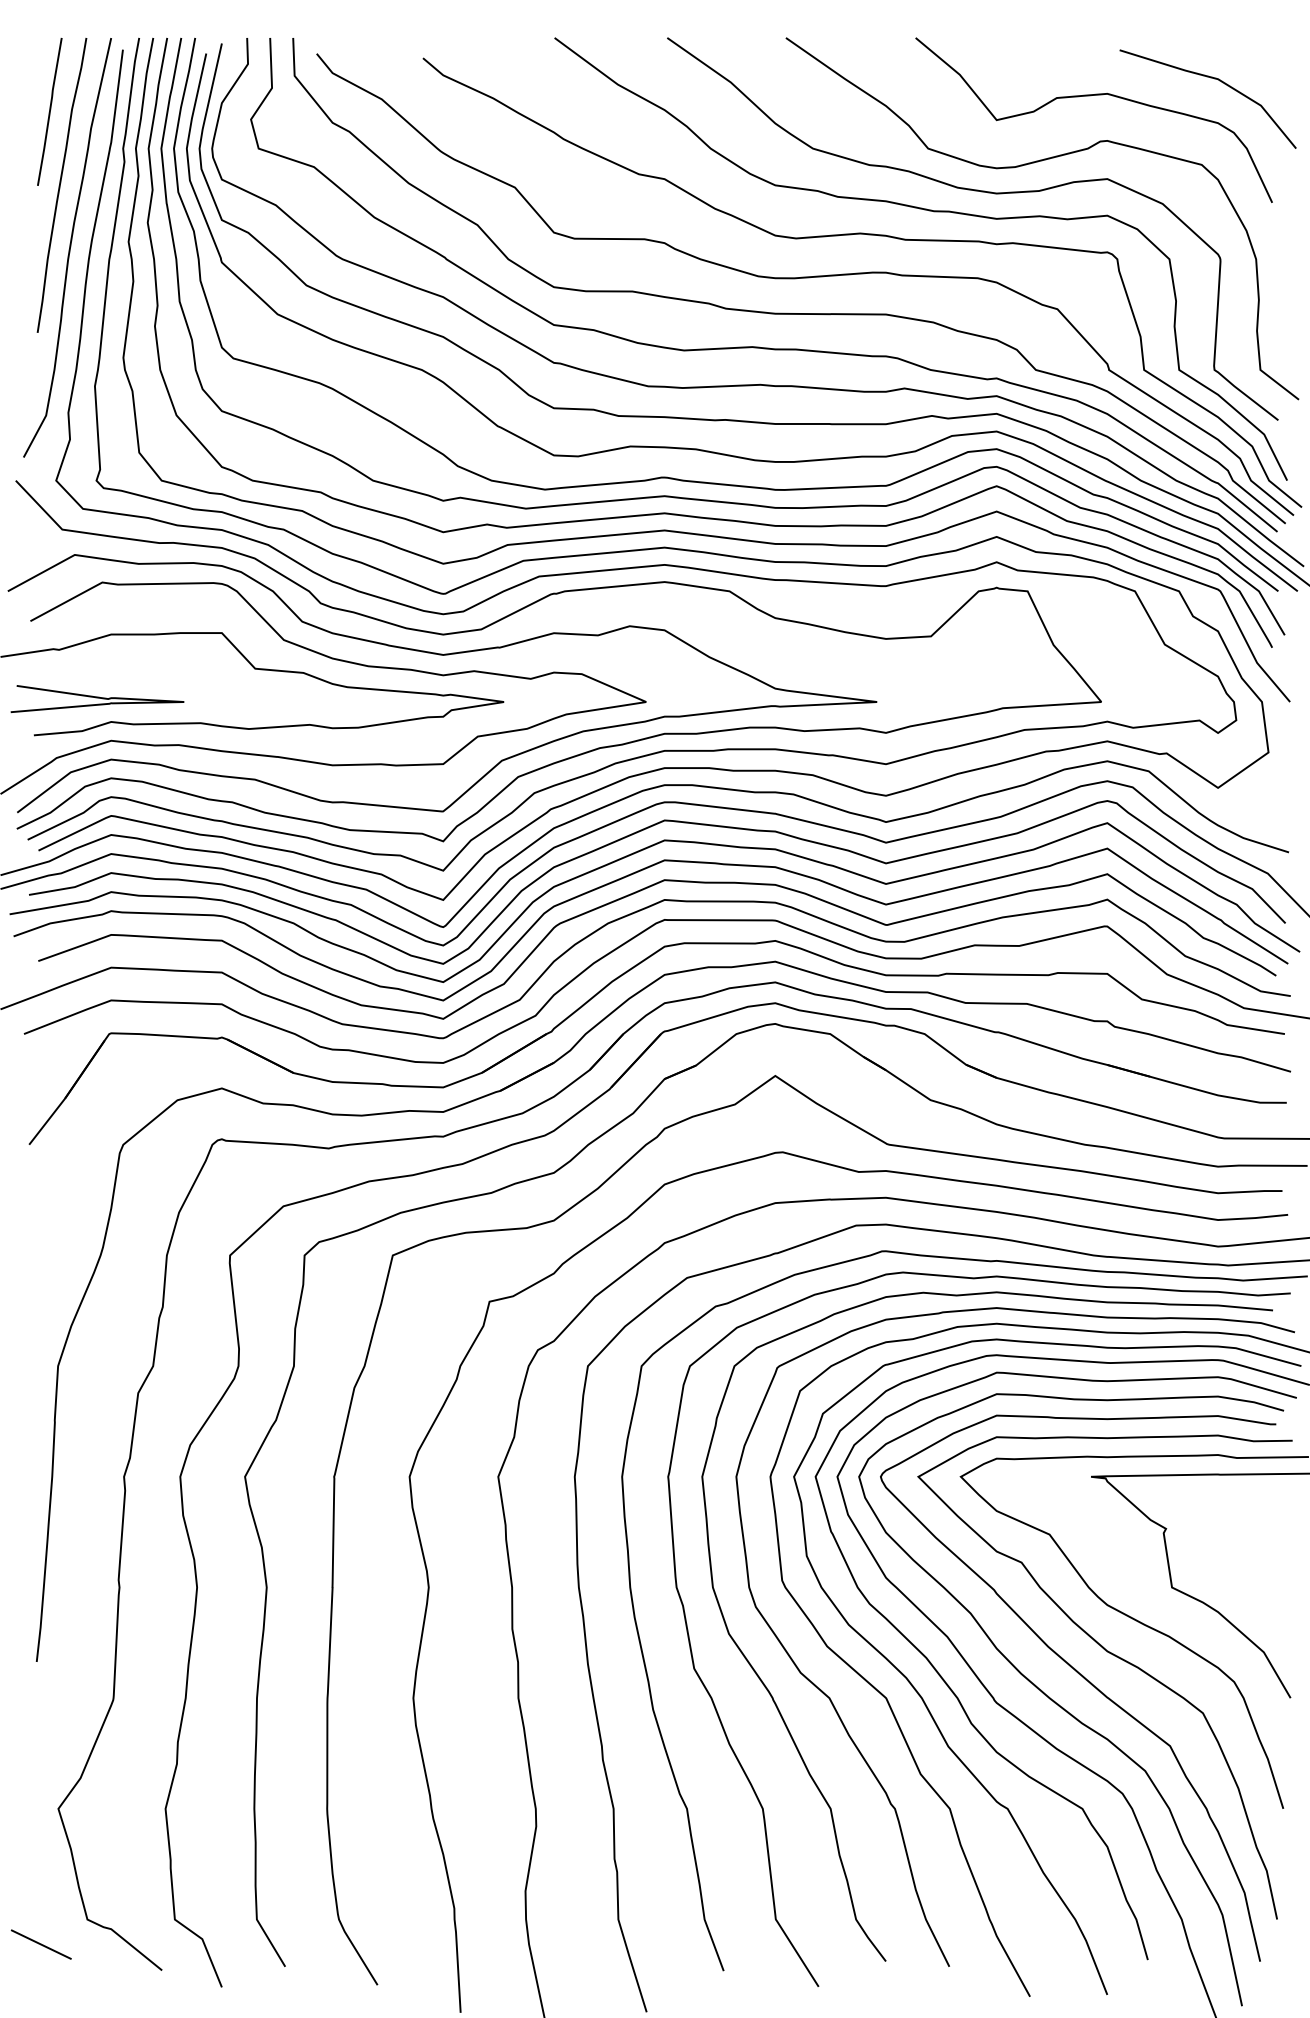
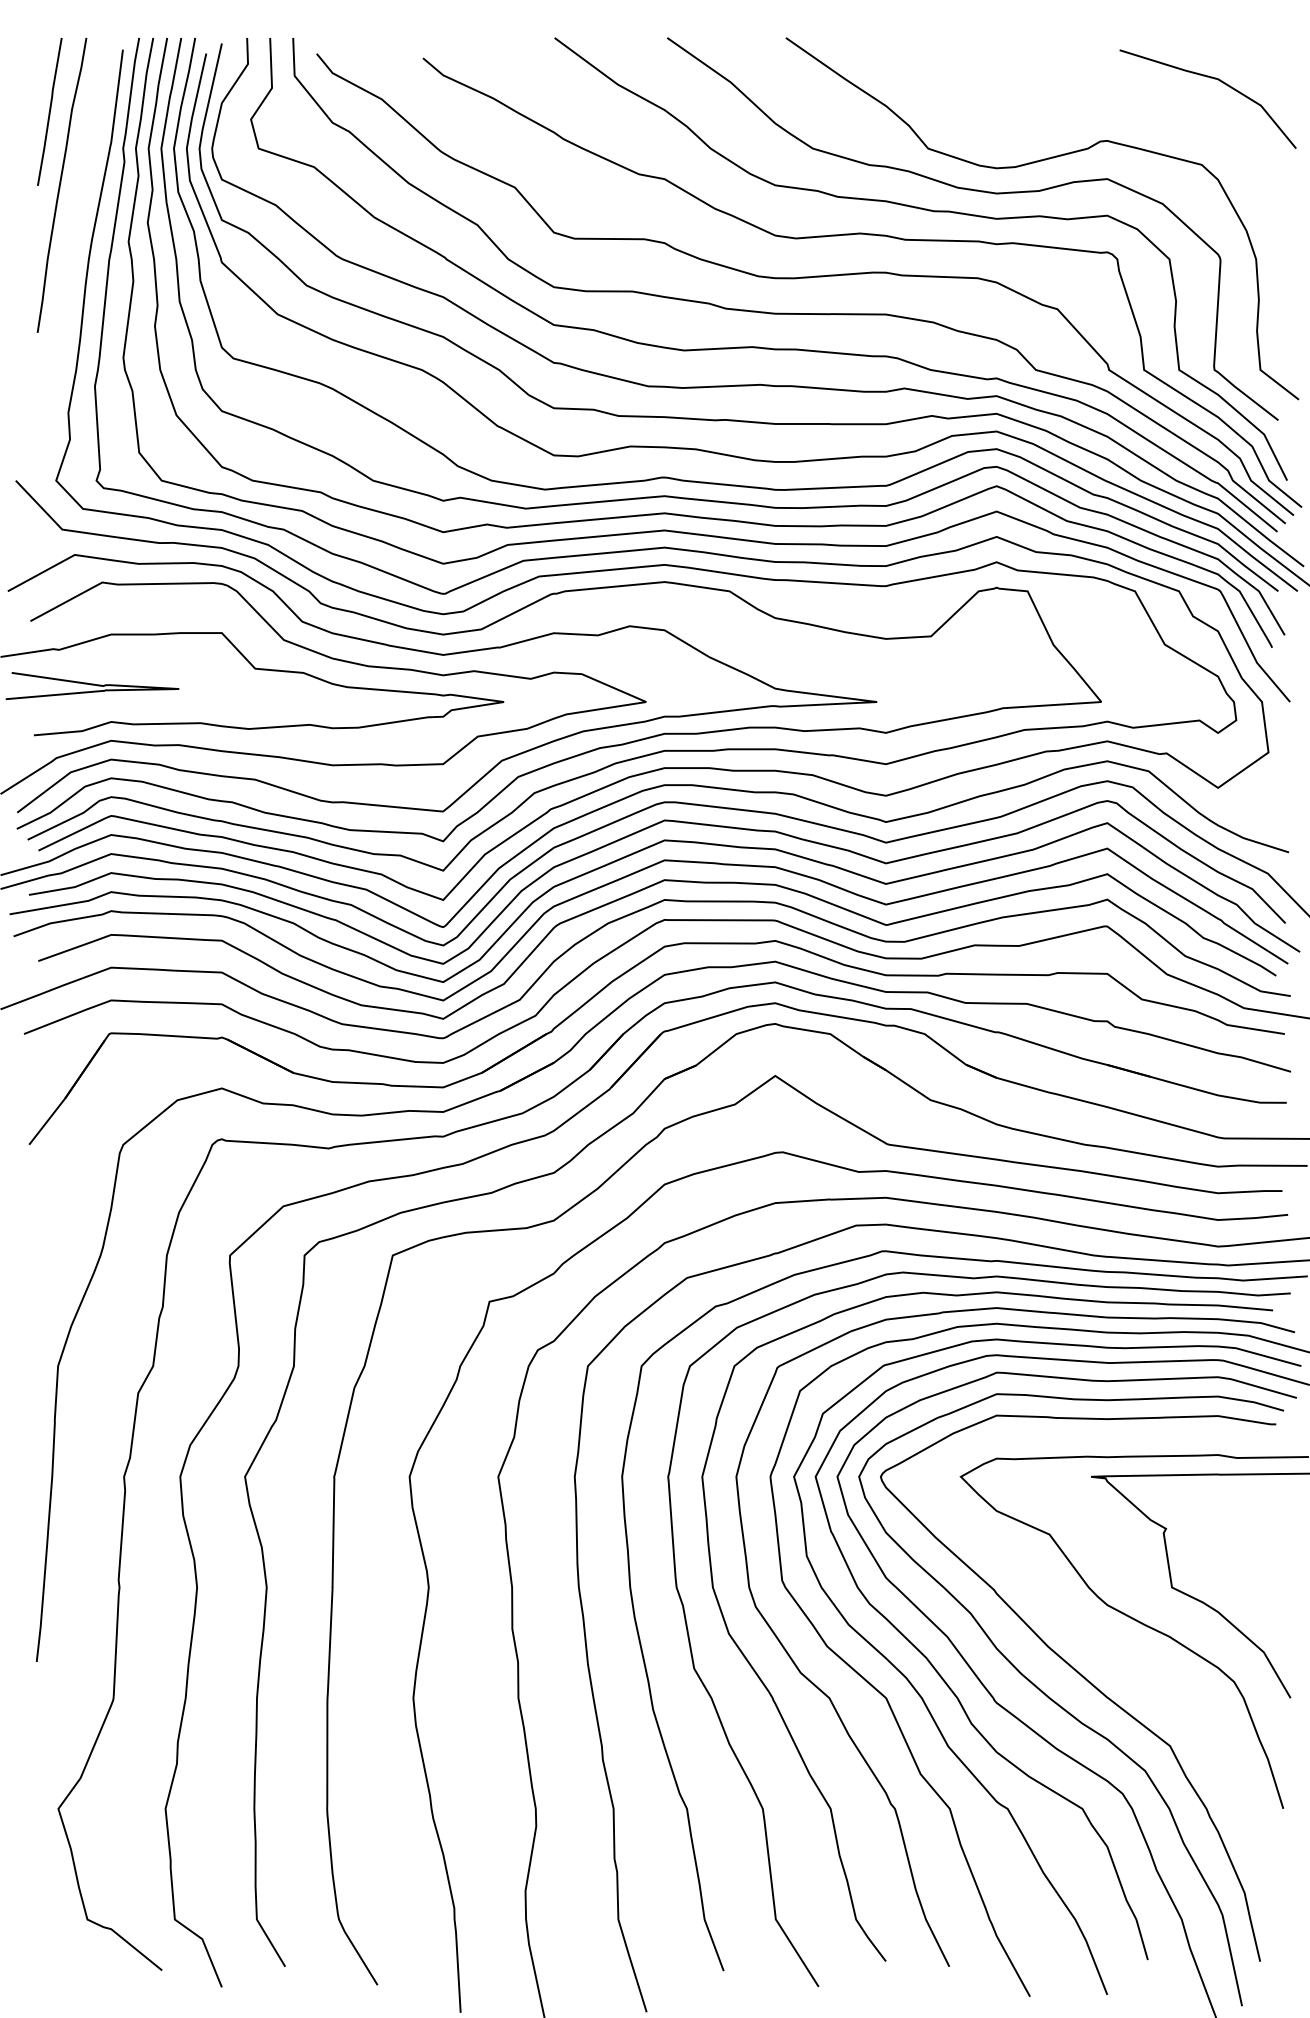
curve at (1090, 96): present -> none
curve at (69, 247): present -> none
curve at (97, 698) position: (97, 698) -> (92, 685)
curve at (1114, 1656): present -> none
line at (40, 1944): present -> none
